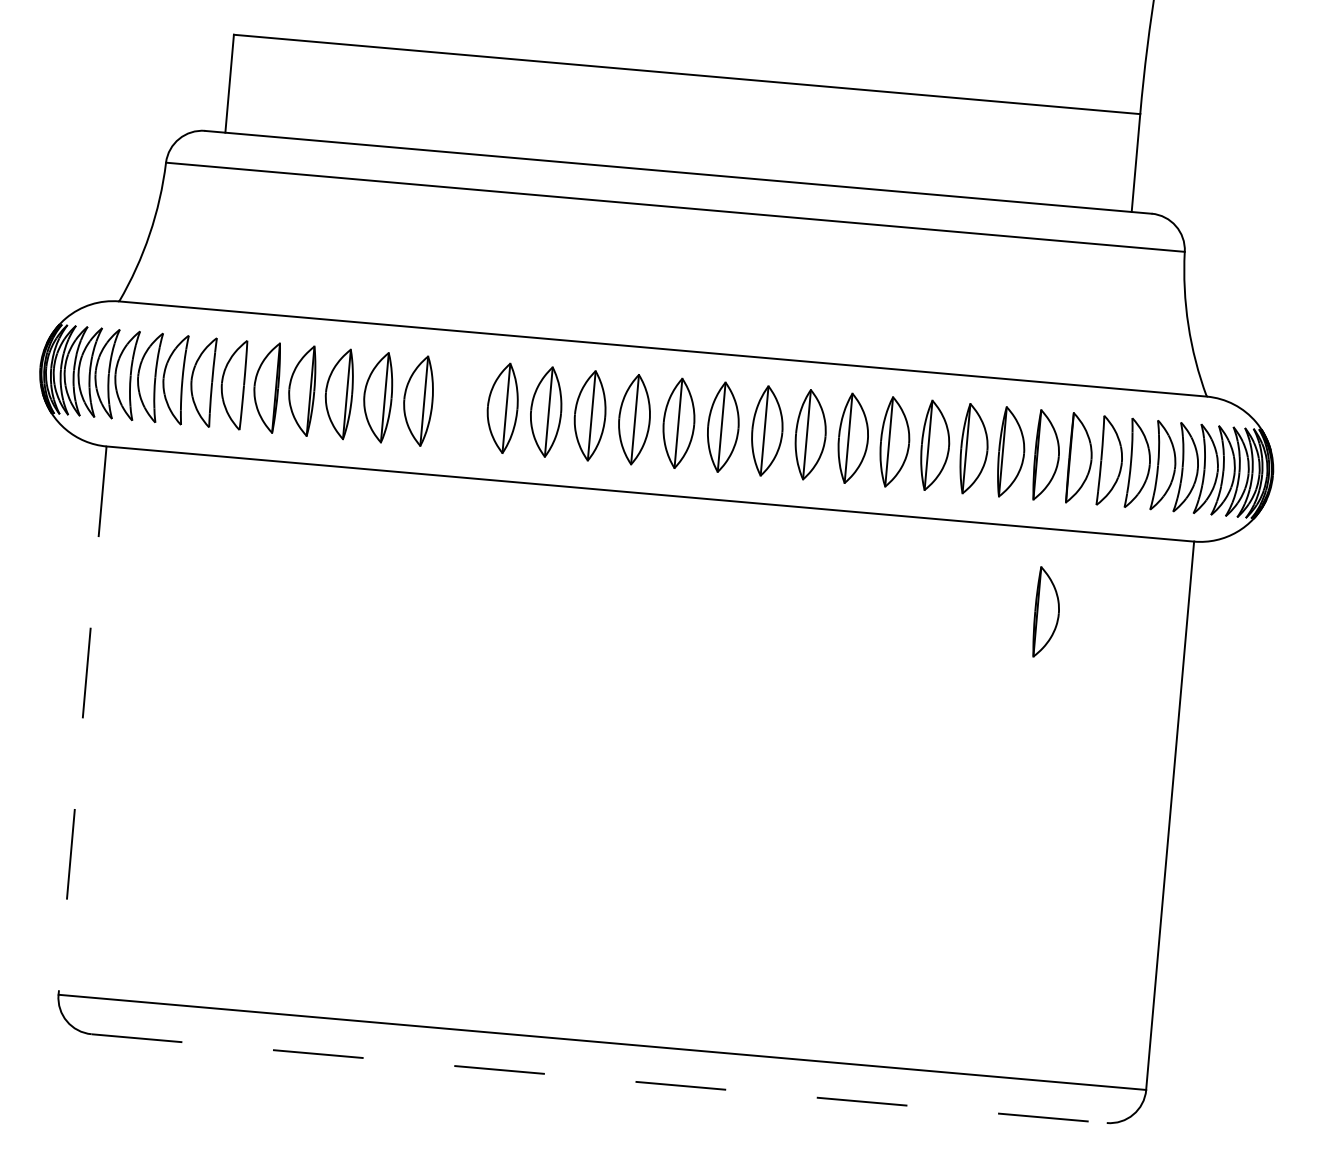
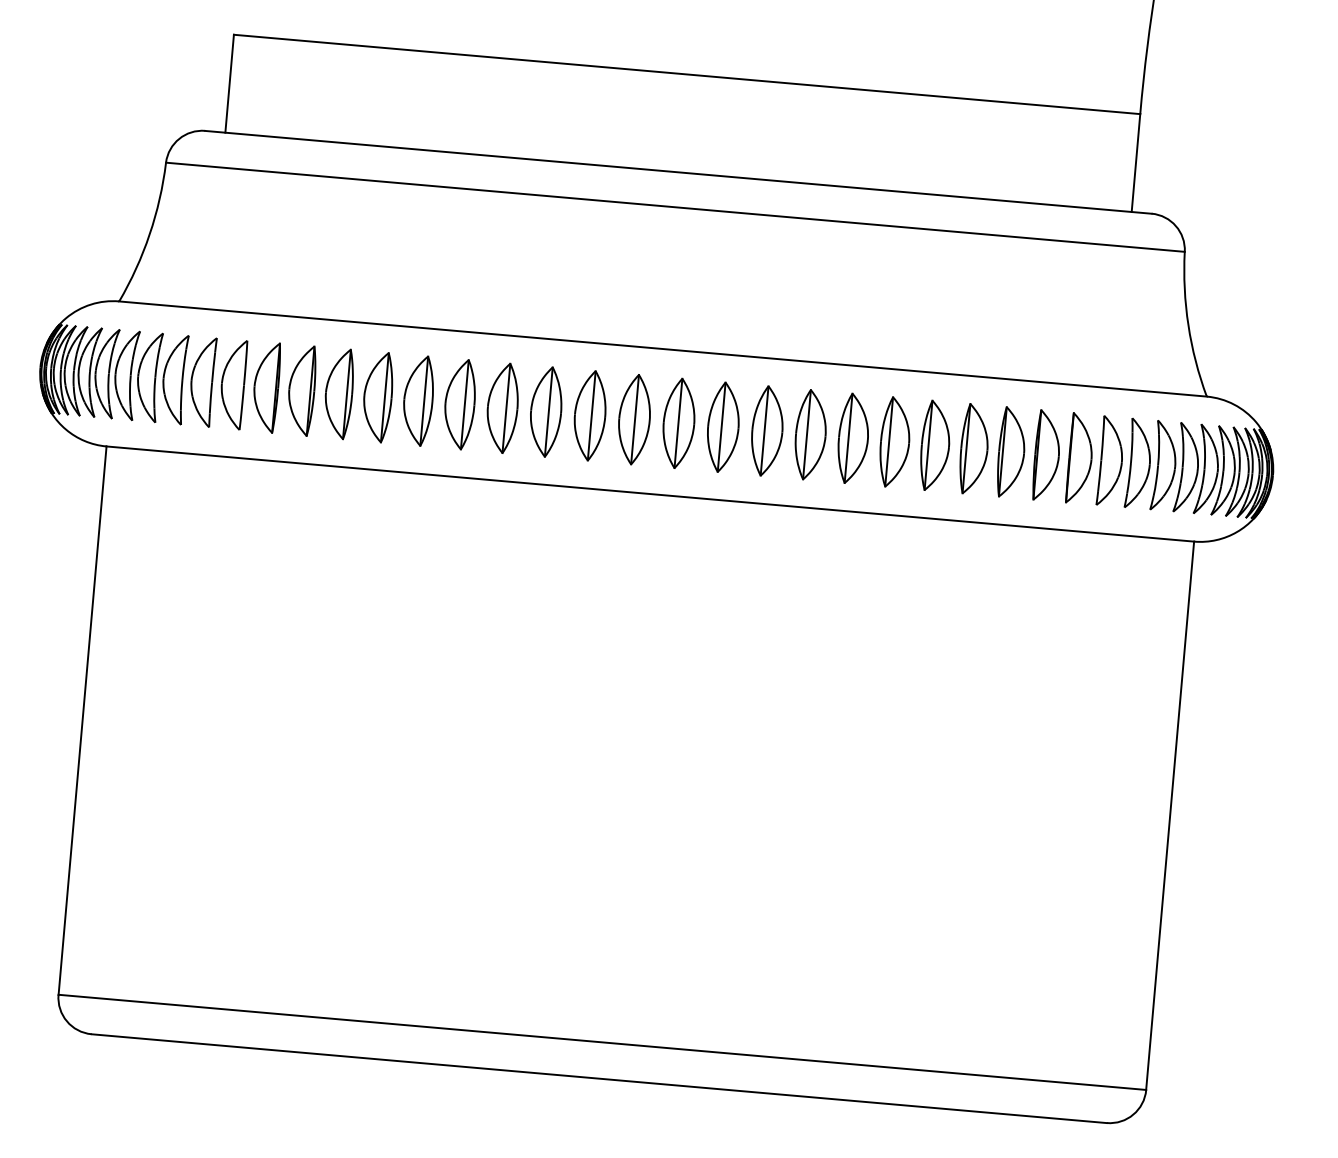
part at (459, 404): none -> present
part at (1045, 611): present -> none
line at (82, 721): dashed -> solid
line at (599, 1078): dashed -> solid
